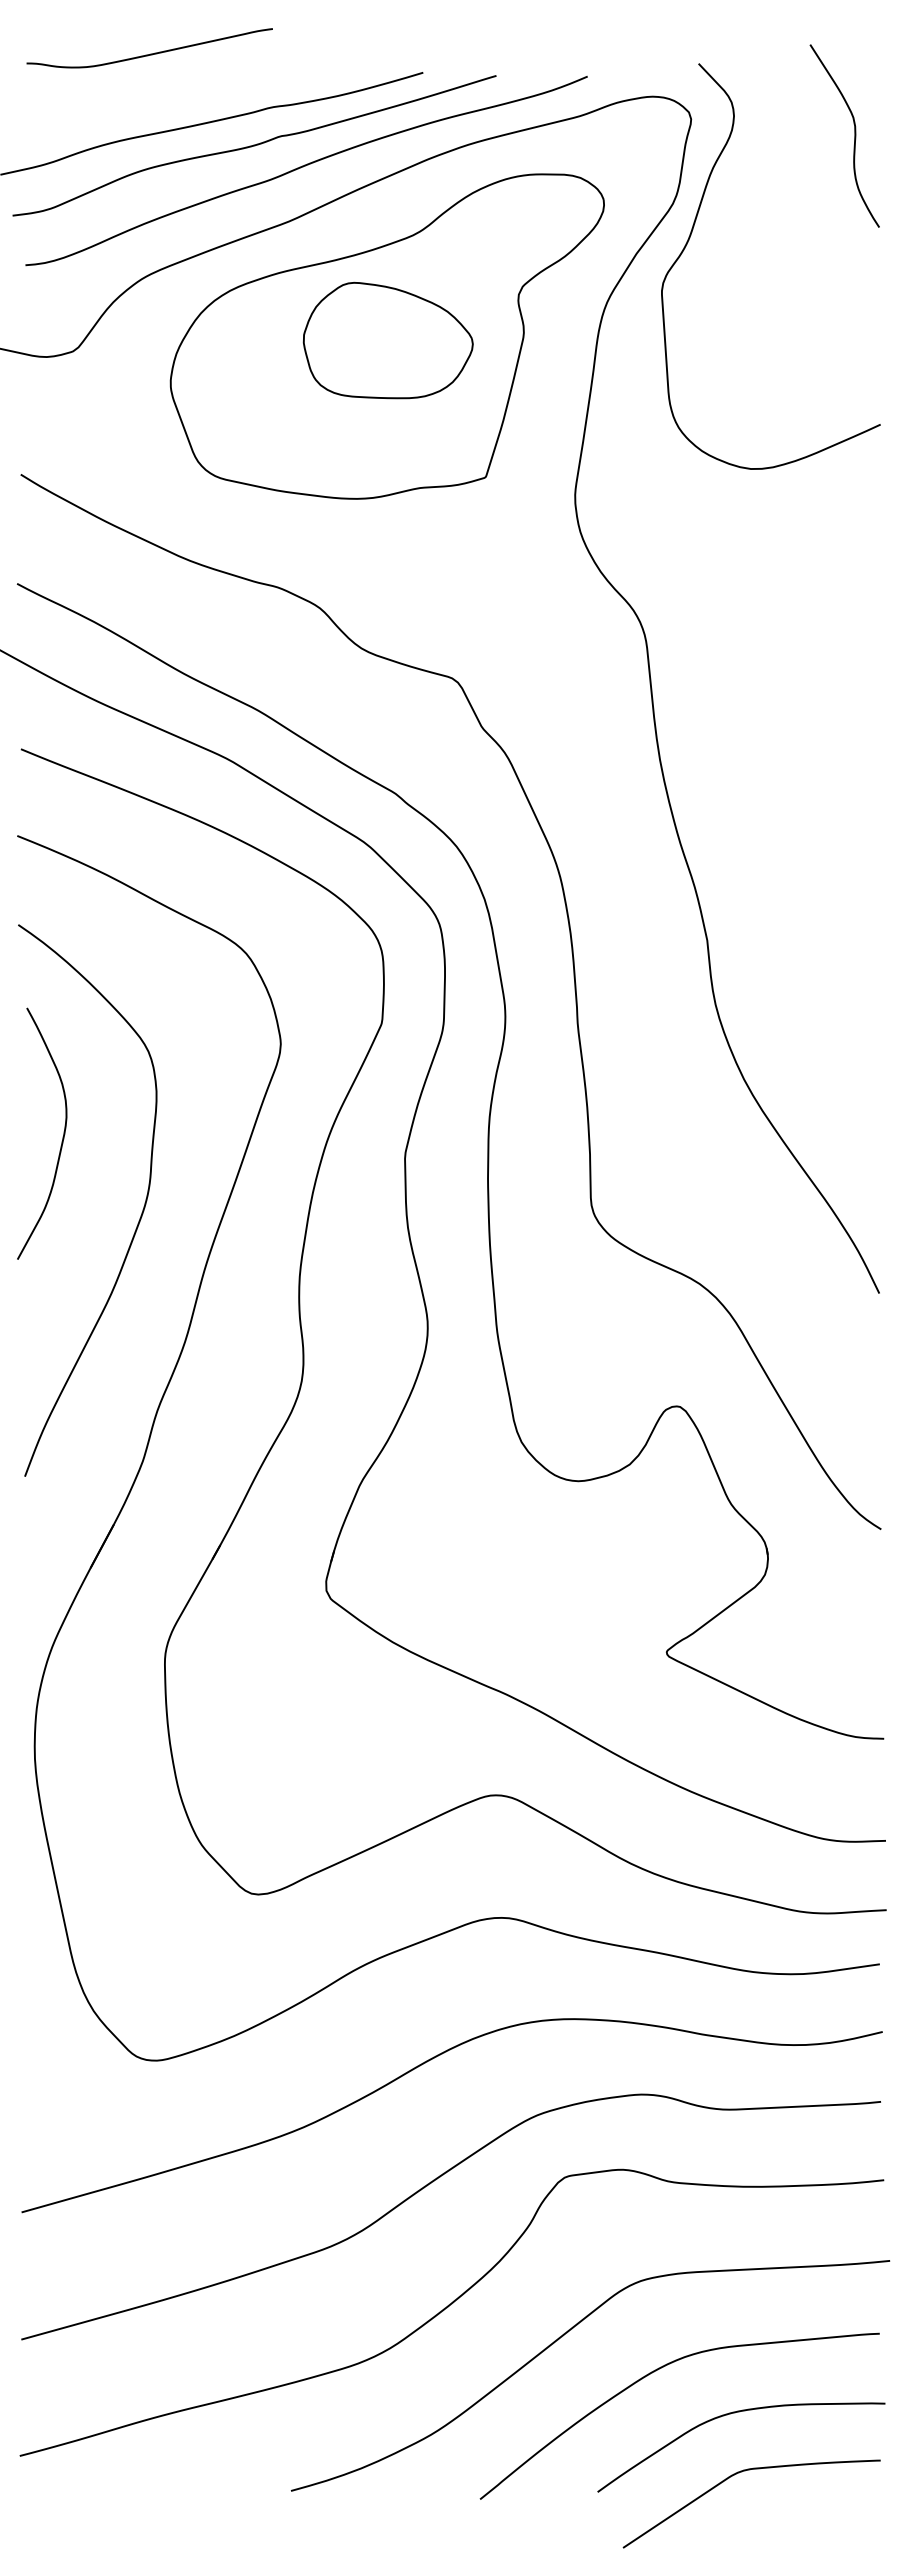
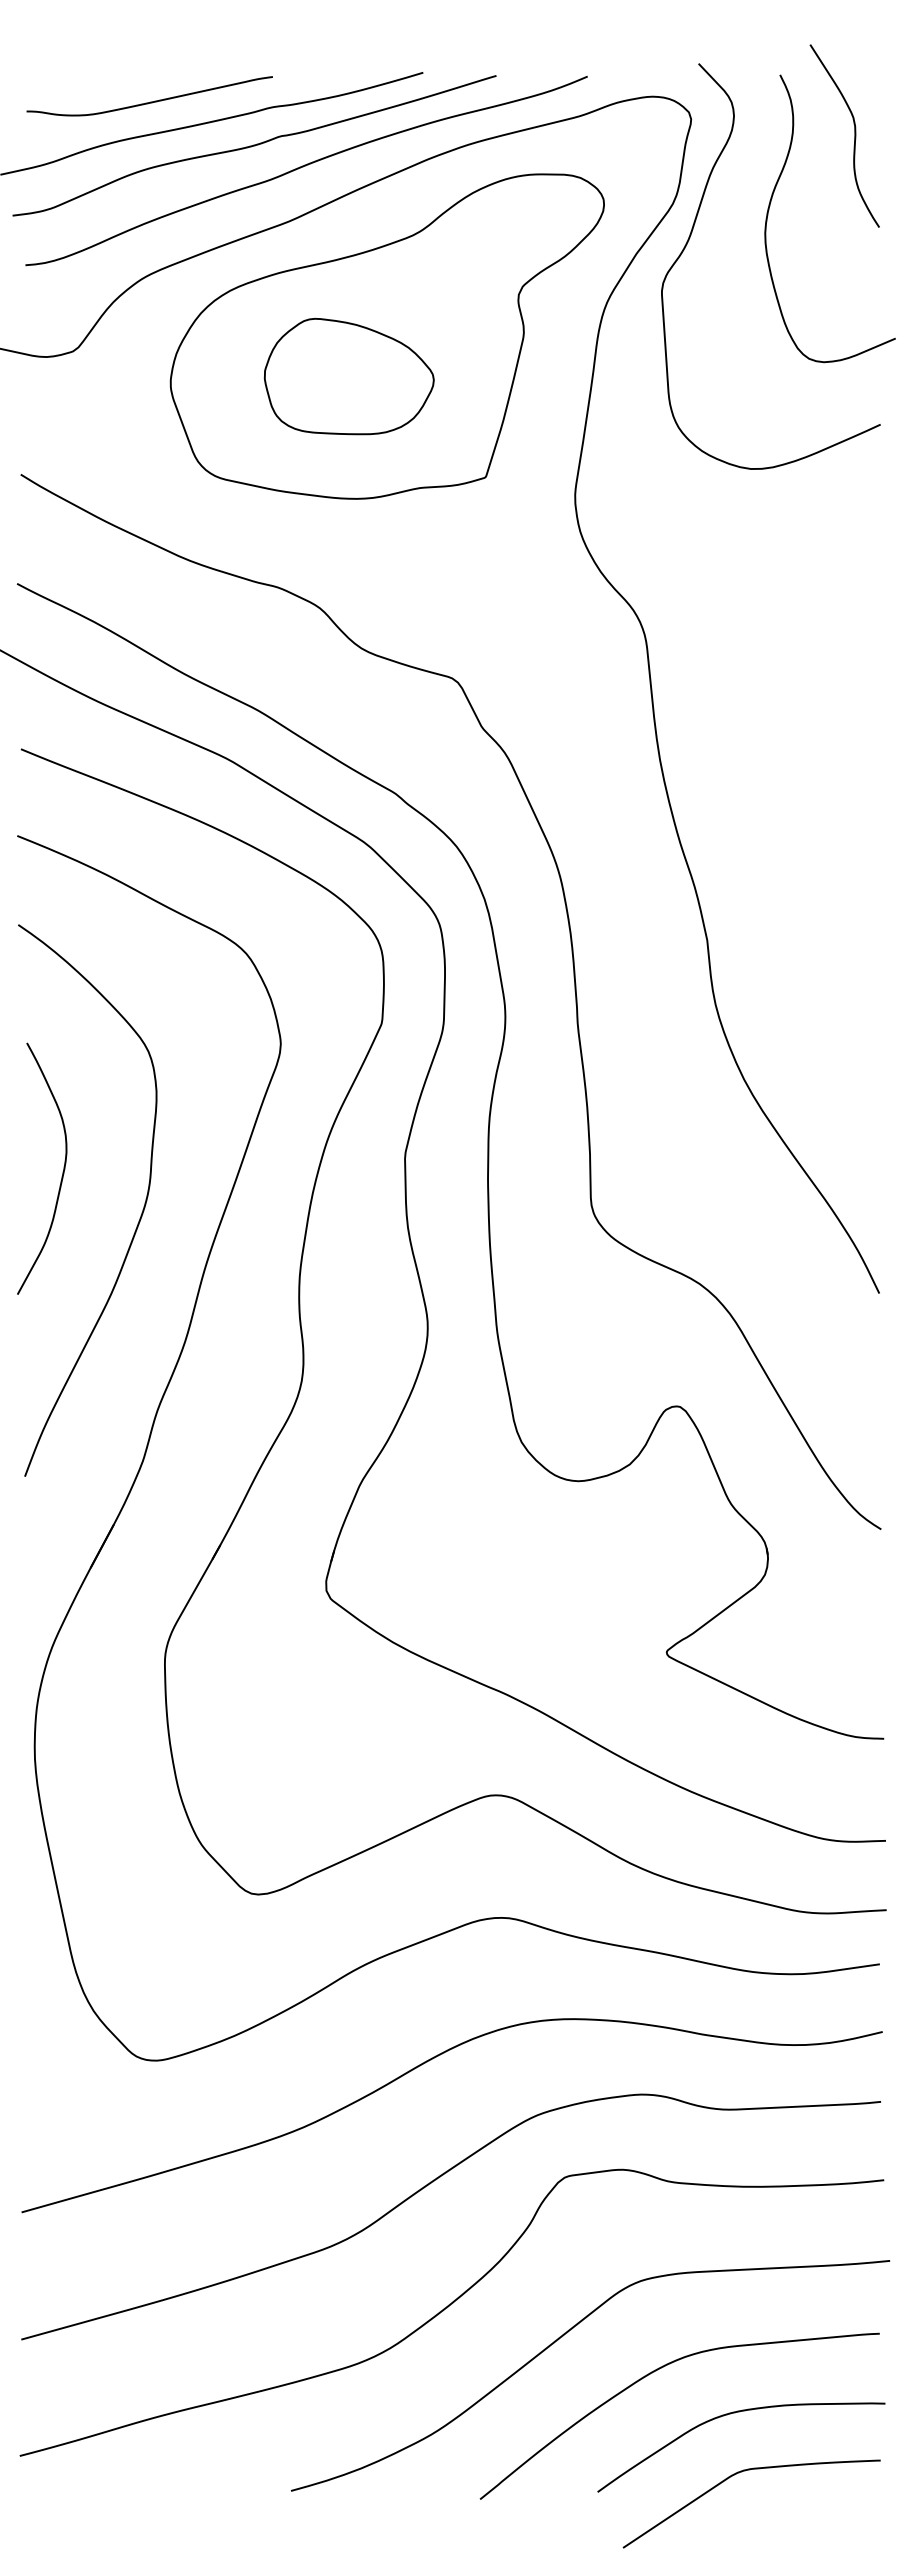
curve at (150, 53) position: (150, 53) -> (150, 101)
curve at (771, 202): none -> present
part at (387, 340) position: (387, 340) -> (348, 376)
curve at (62, 1136) position: (62, 1136) -> (62, 1171)
